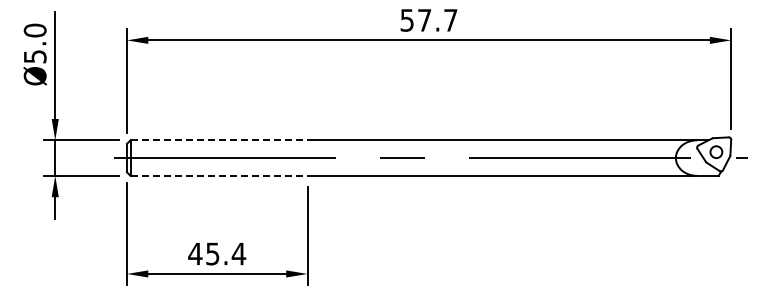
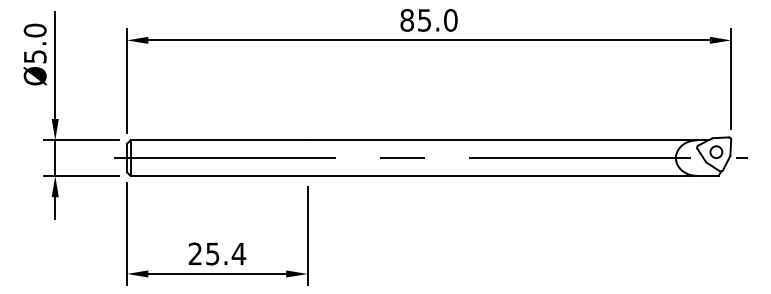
text at (428, 20): 57.7 -> 85.0
line at (219, 140): dashed -> solid
line at (219, 175): dashed -> solid
text at (195, 253): 45.4 -> 25.4
